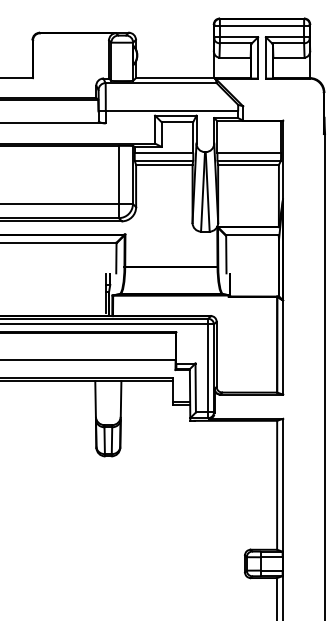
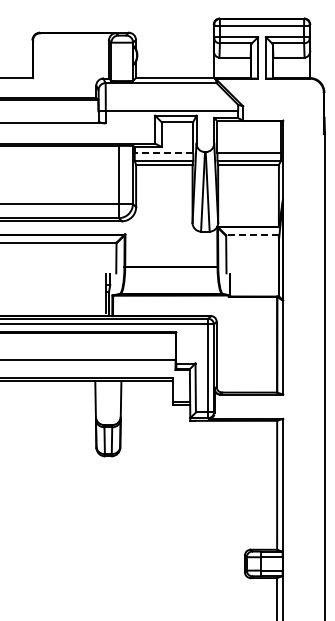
line at (163, 152): solid -> dashed
line at (251, 235): solid -> dashed
